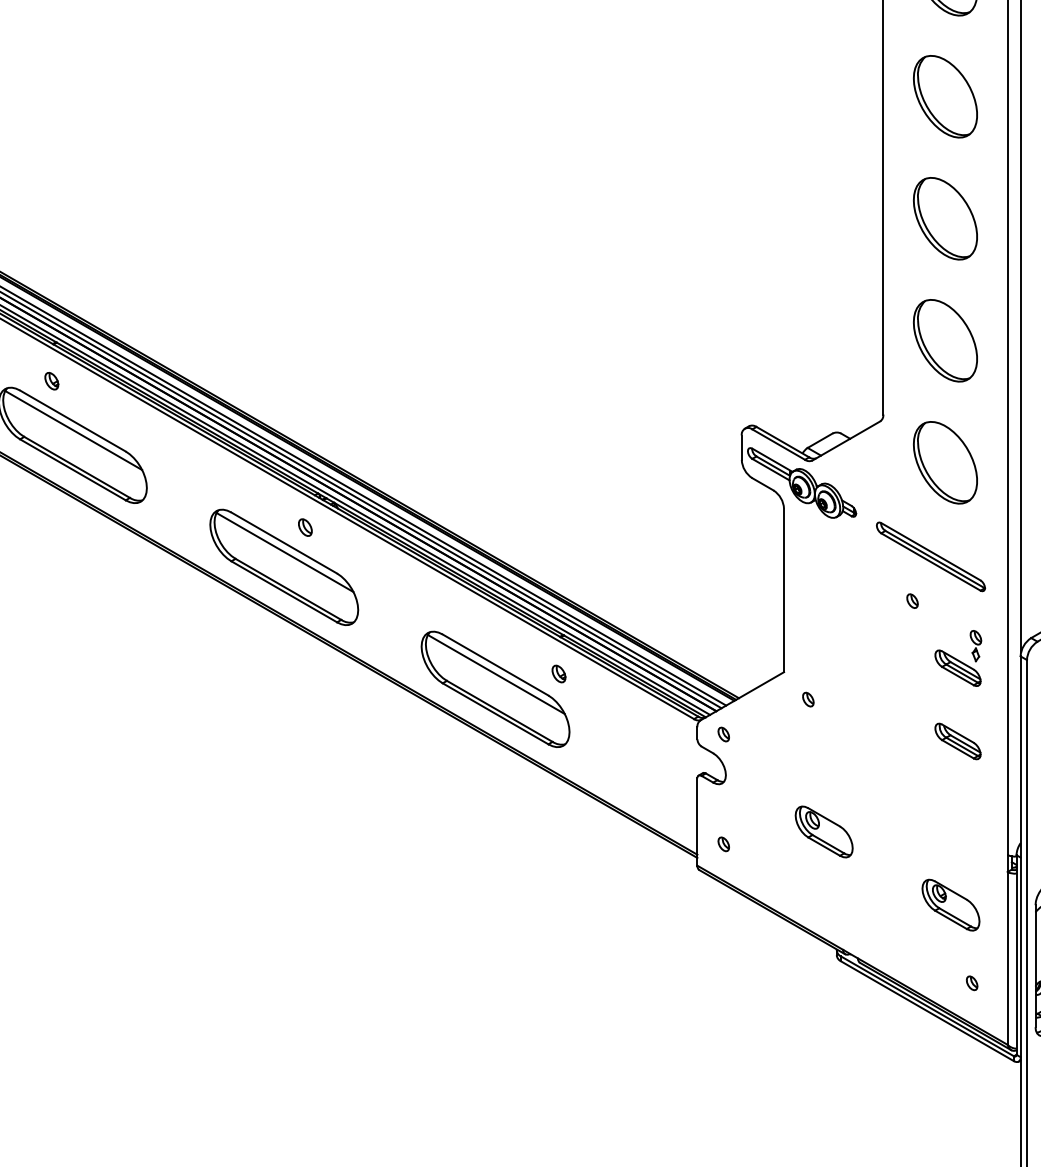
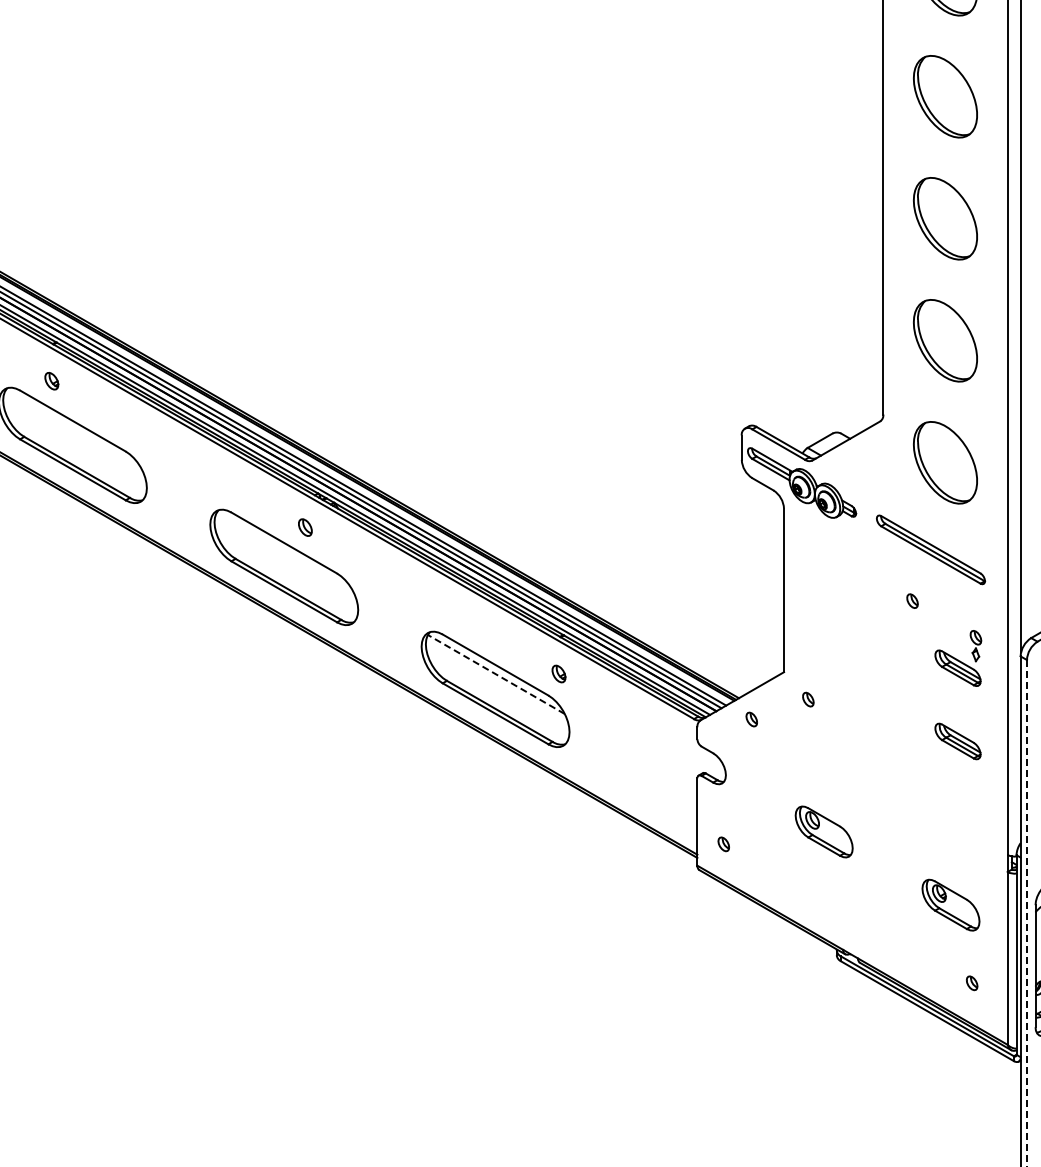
line at (73, 430): present -> none
line at (284, 552): present -> none
part at (931, 556) position: (931, 556) -> (931, 549)
line at (495, 674): solid -> dashed
part at (723, 734) position: (723, 734) -> (751, 719)
line at (1026, 913): solid -> dashed
